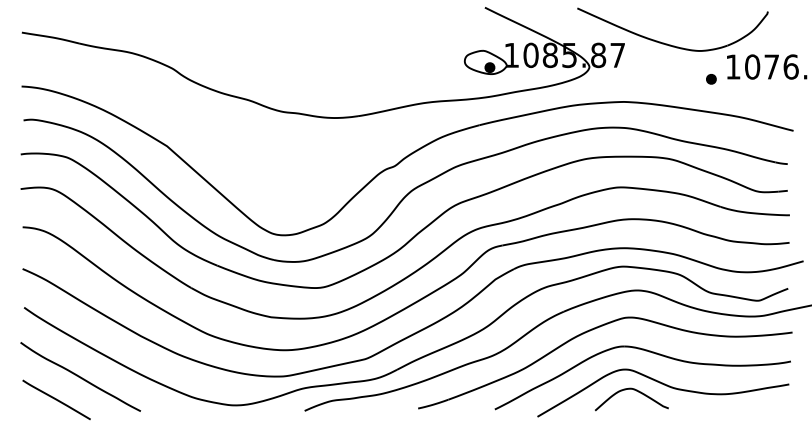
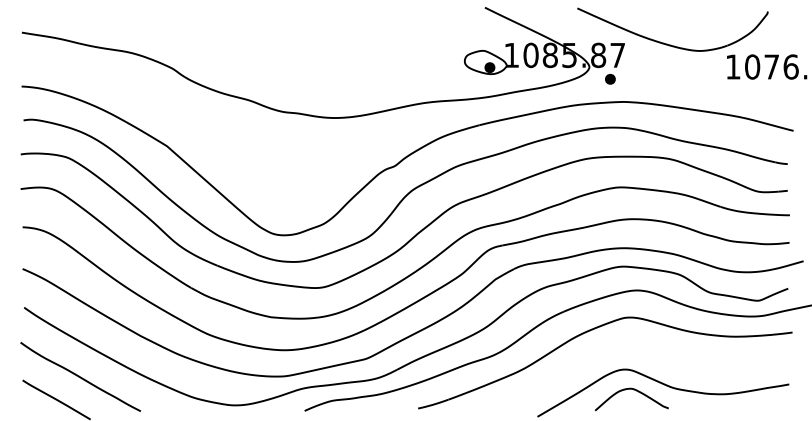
part at (711, 79) position: (711, 79) -> (610, 79)
part at (649, 352): present -> none
